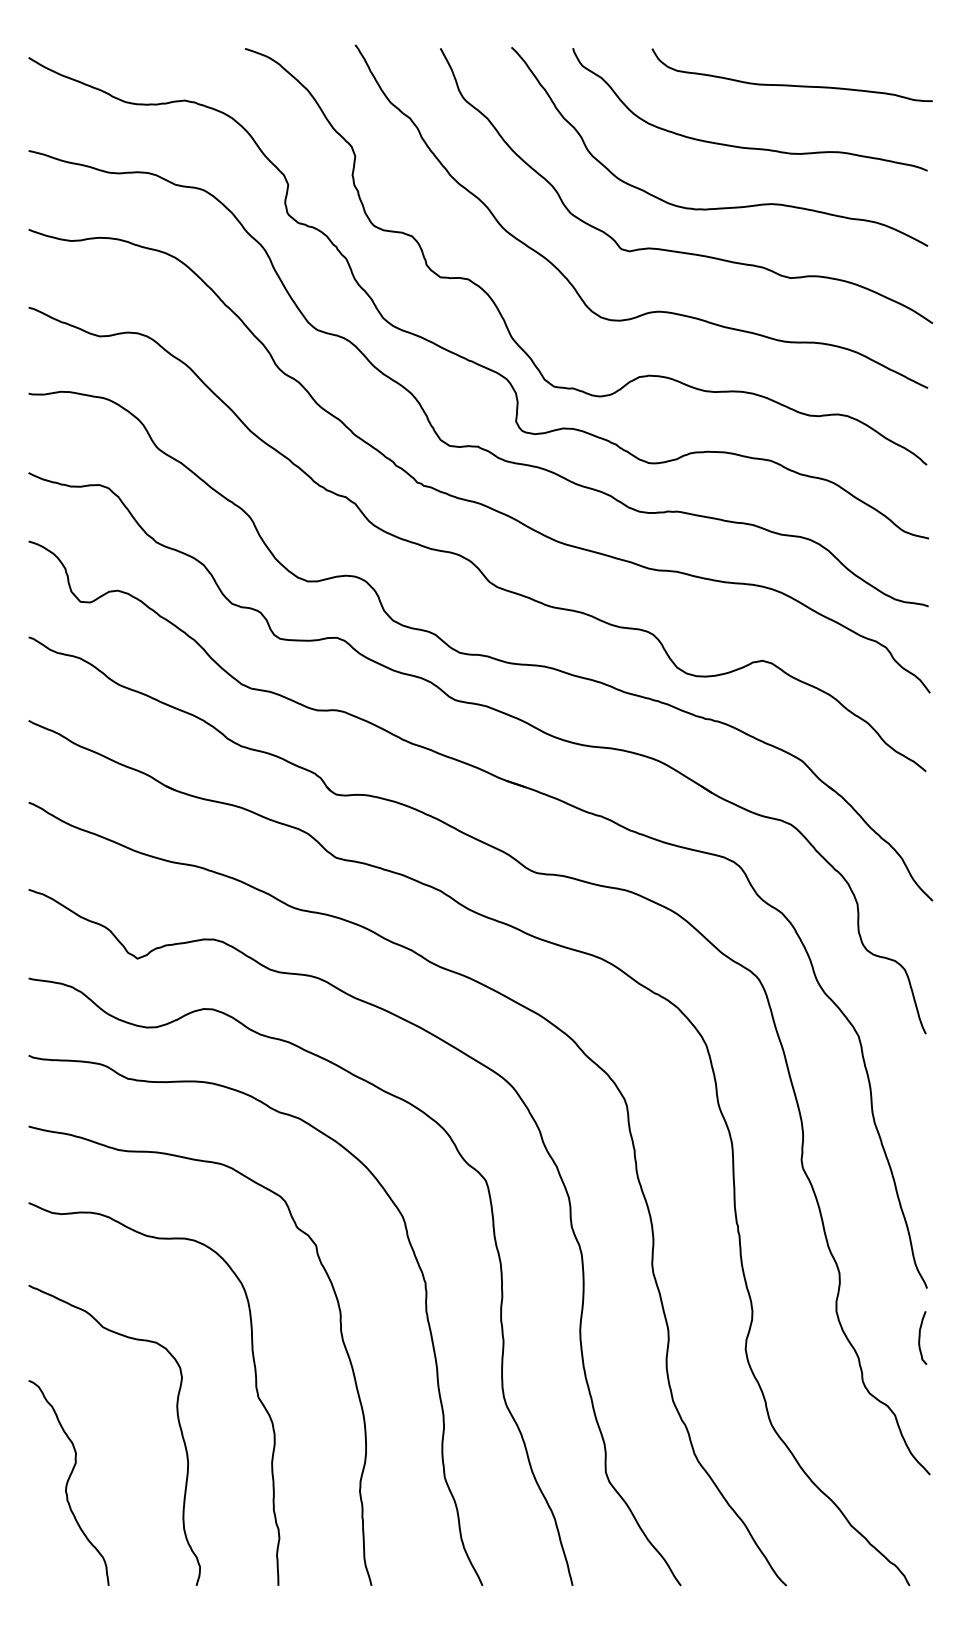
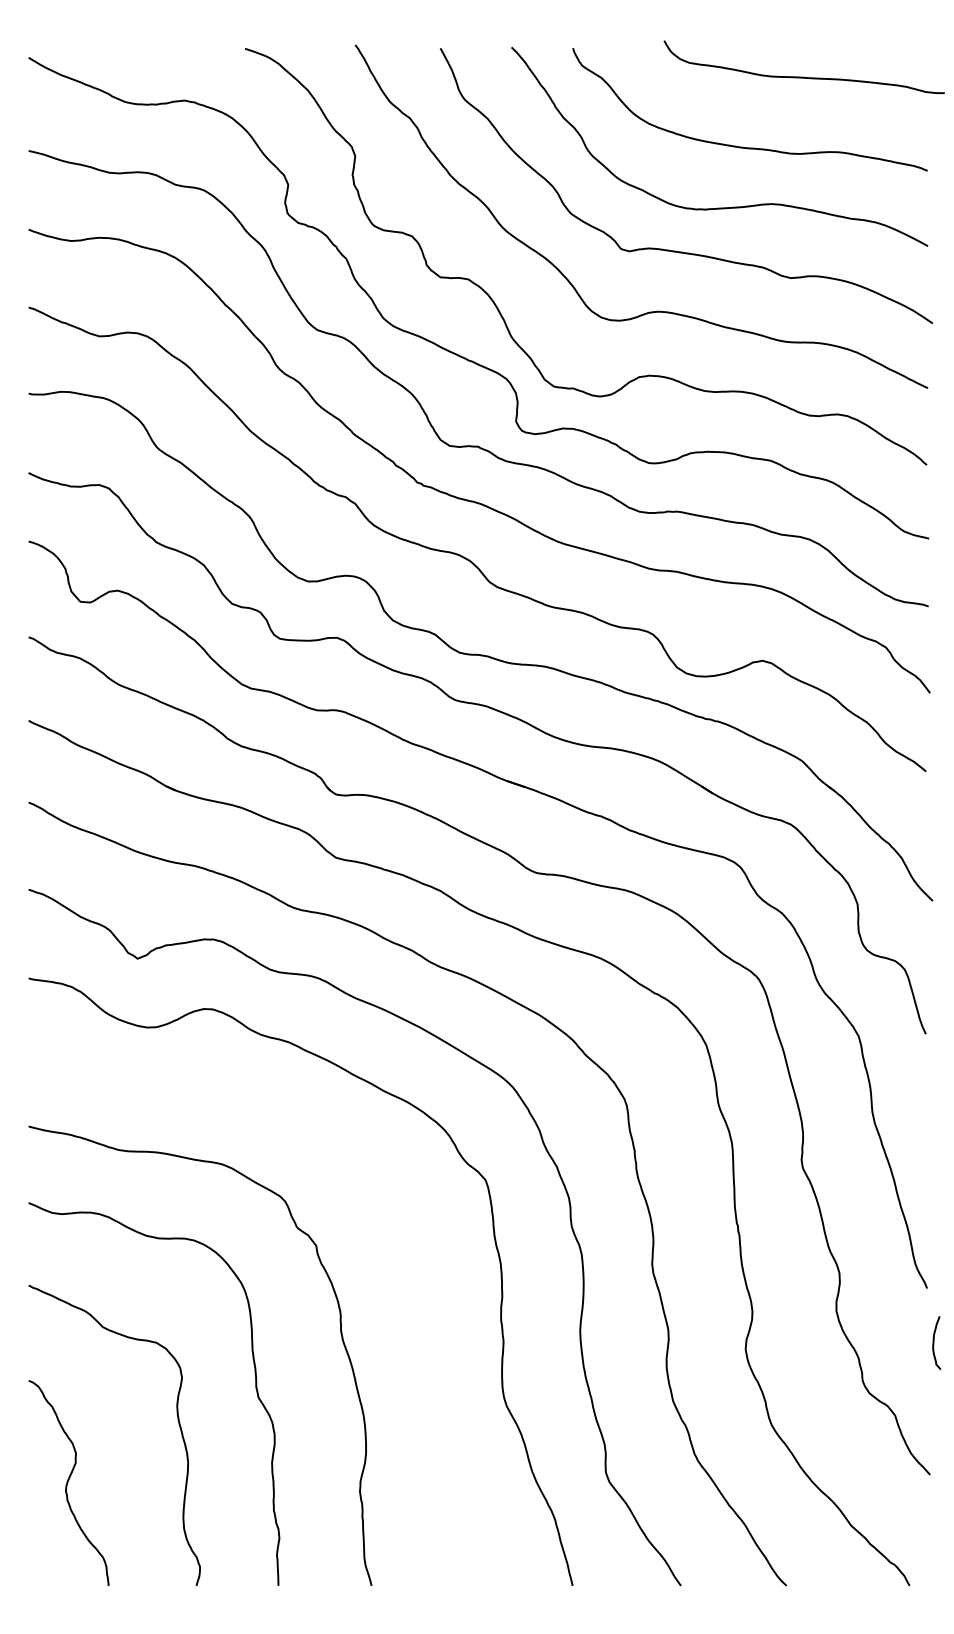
curve at (791, 84) position: (791, 84) -> (803, 76)
curve at (425, 1312): present -> none
curve at (920, 1337) position: (920, 1337) -> (934, 1342)
